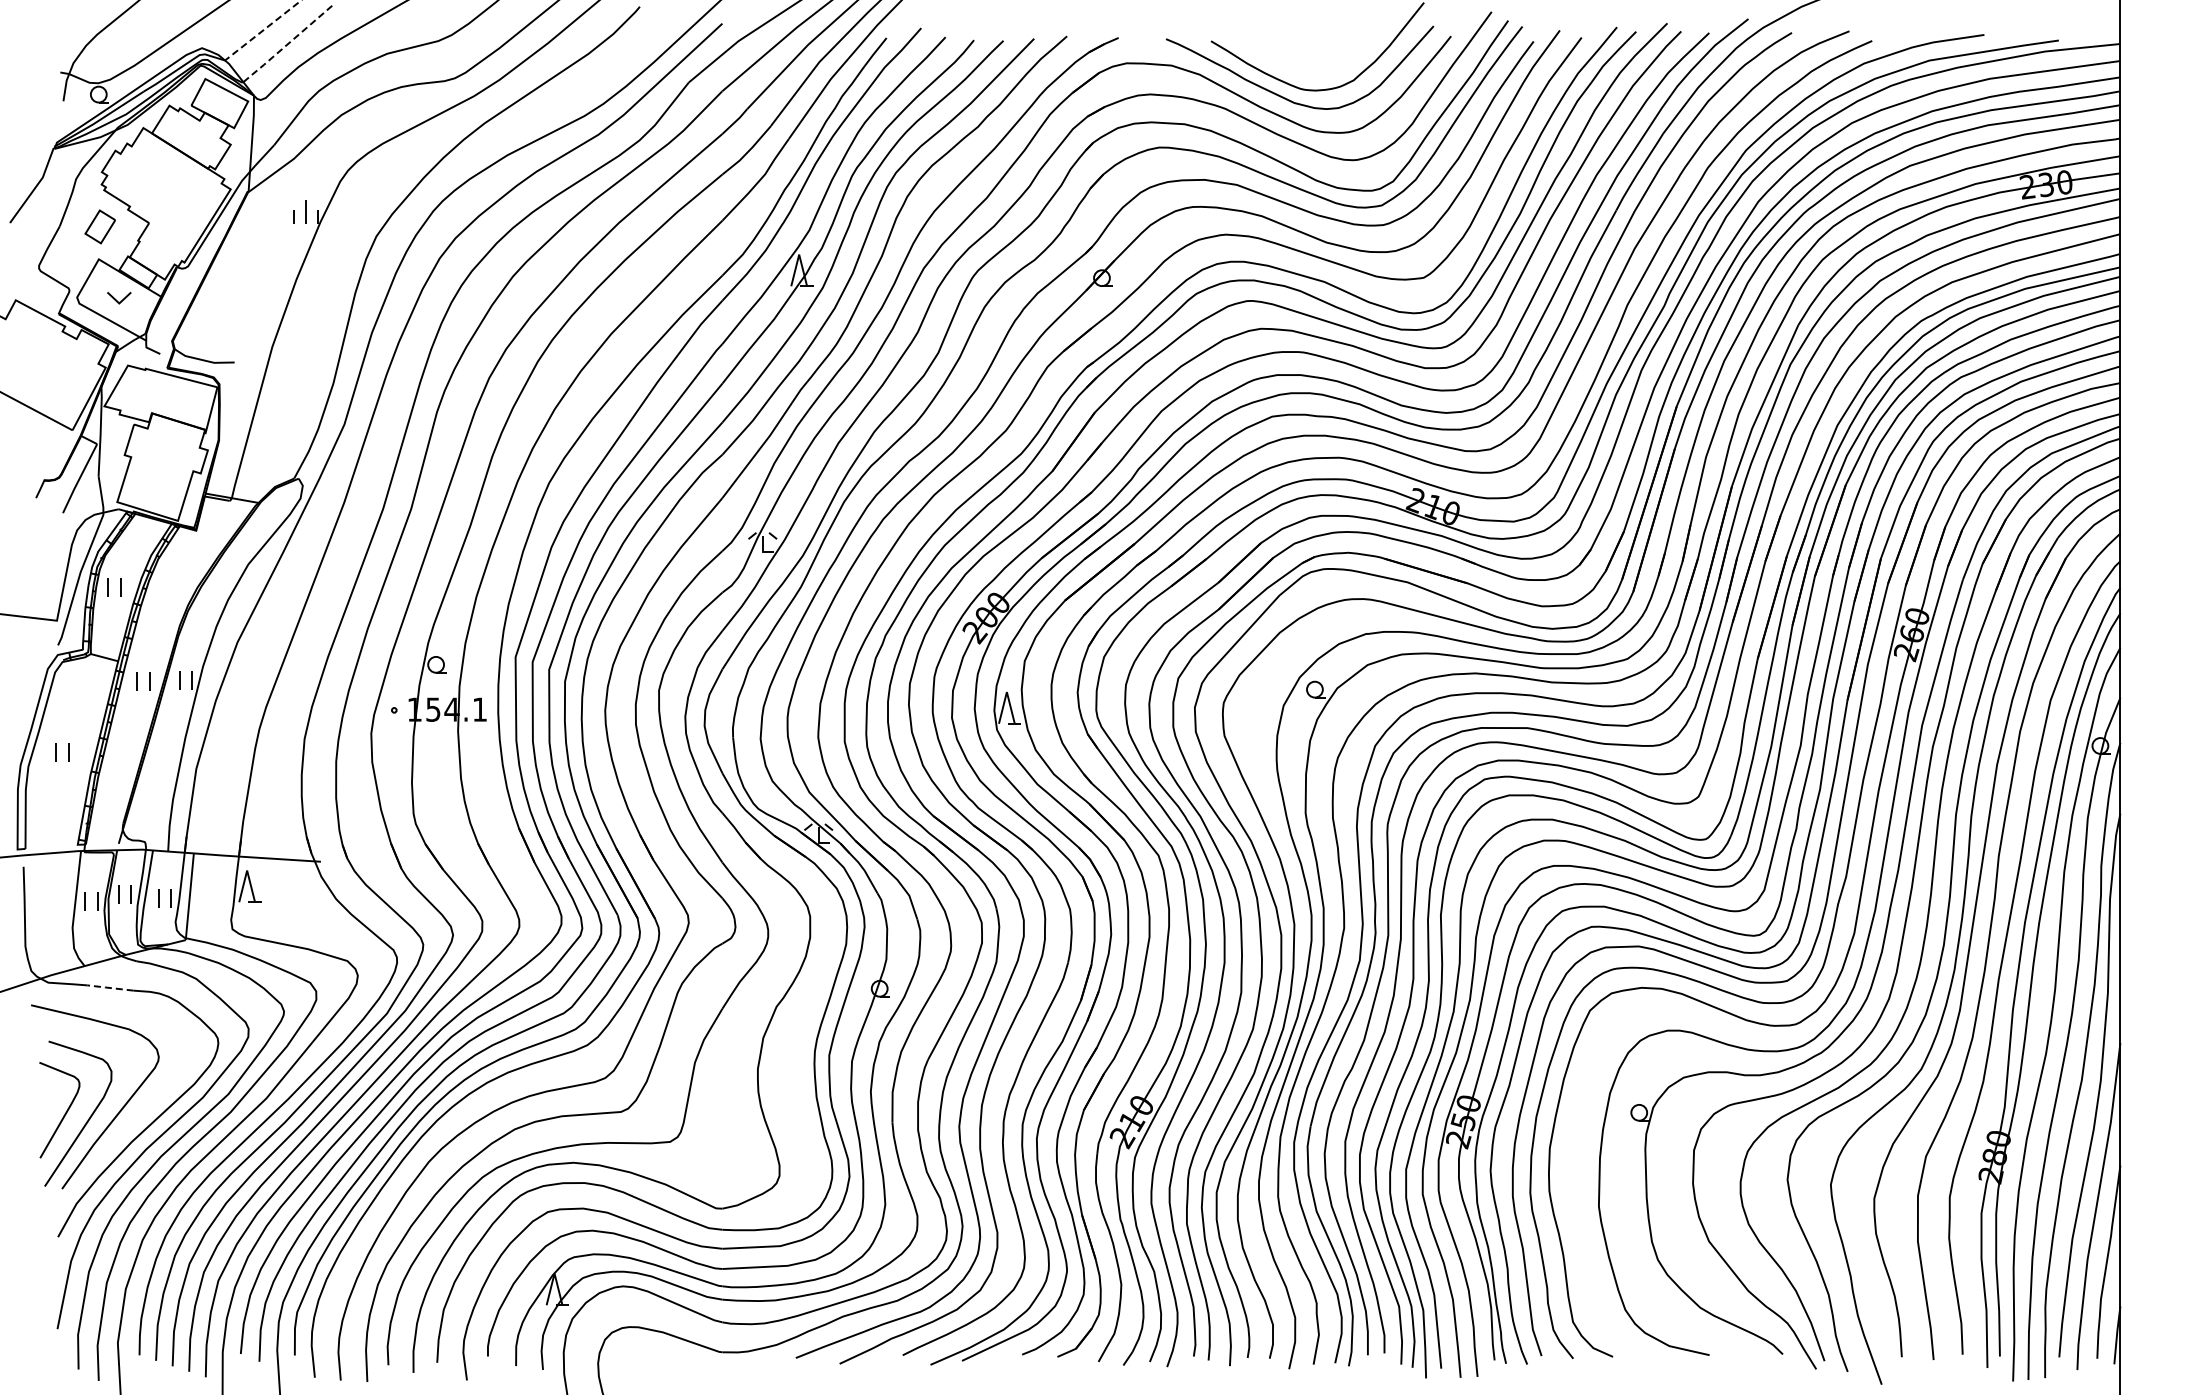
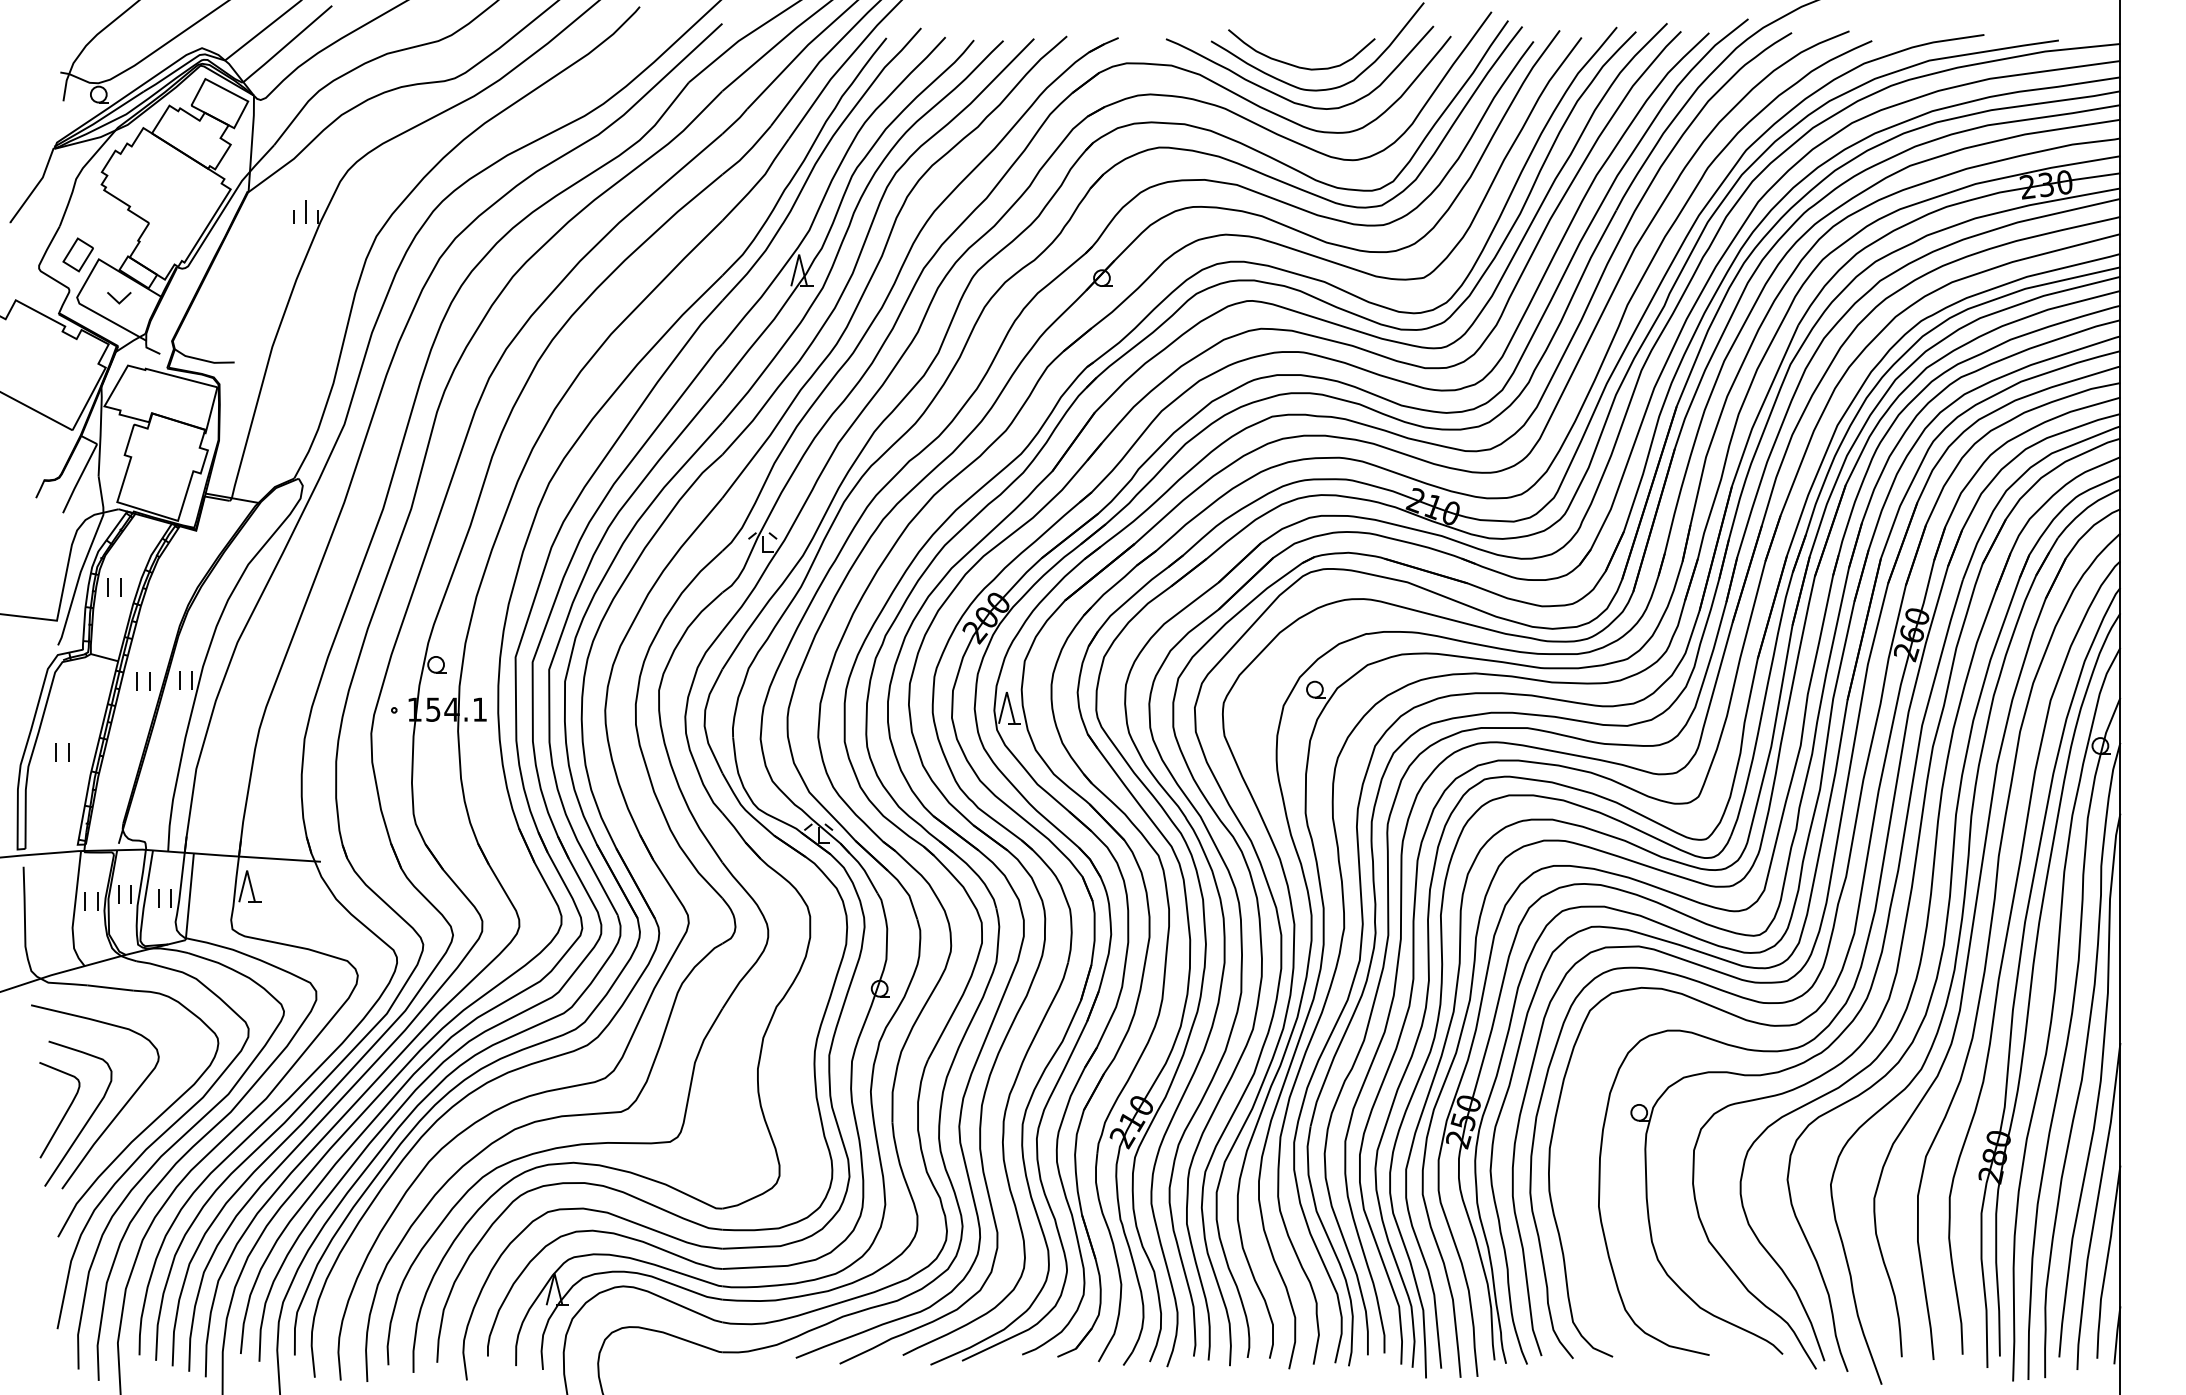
line at (263, 30): dashed -> solid
line at (286, 45): dashed -> solid
curve at (1296, 65): none -> present
part at (99, 226) position: (99, 226) -> (77, 254)
line at (110, 987): dashed -> solid
